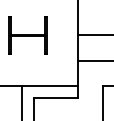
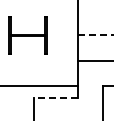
line at (96, 35): solid -> dashed
line at (55, 98): solid -> dashed
line at (21, 101): present -> none
